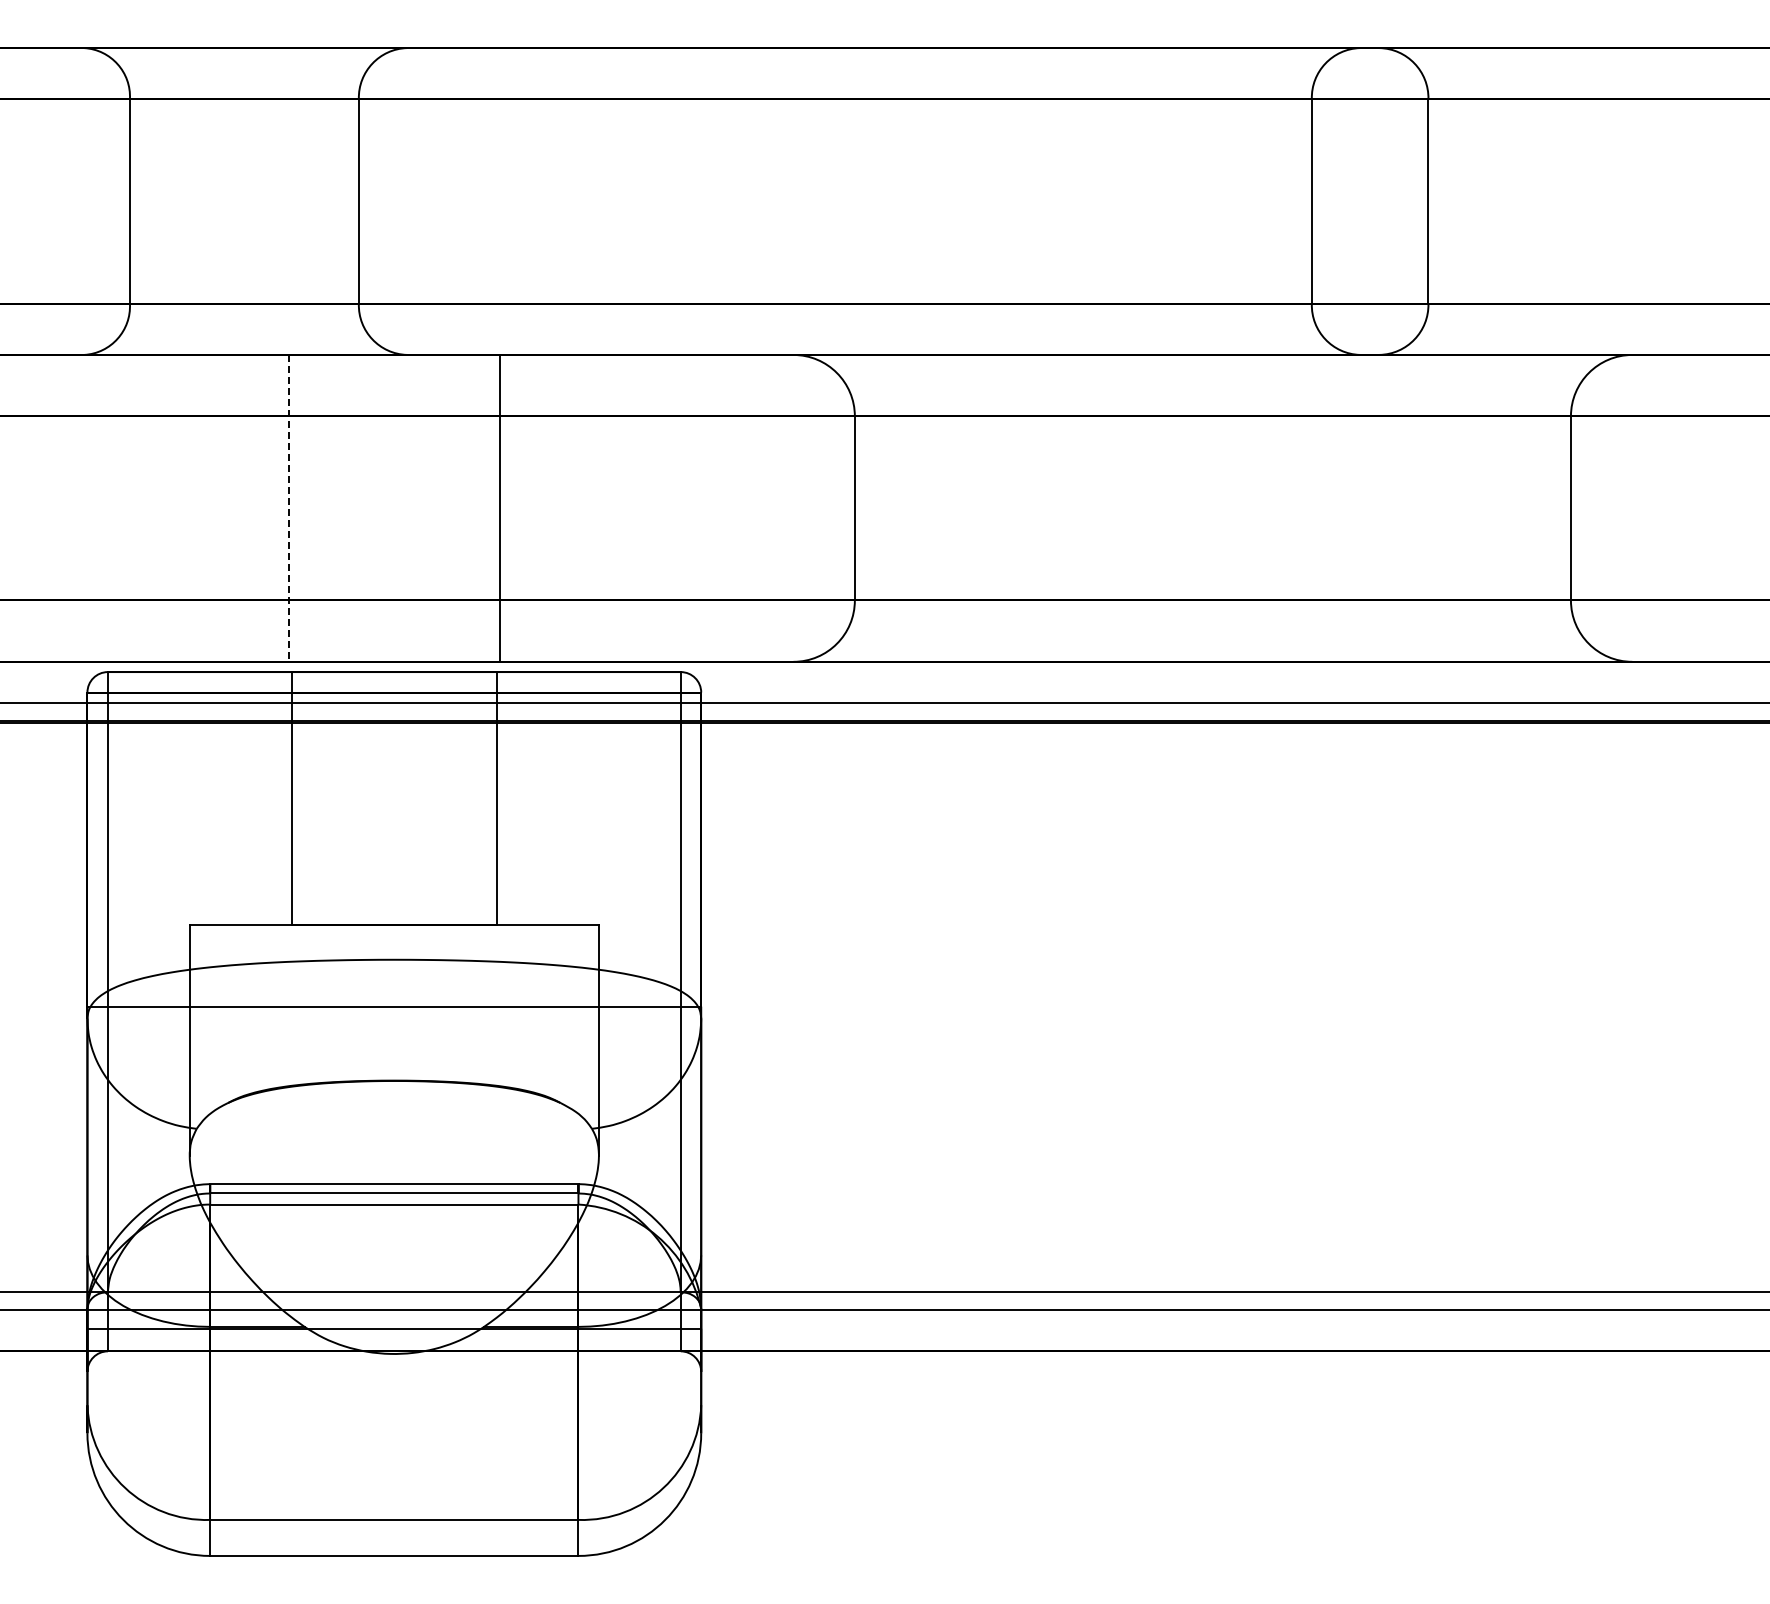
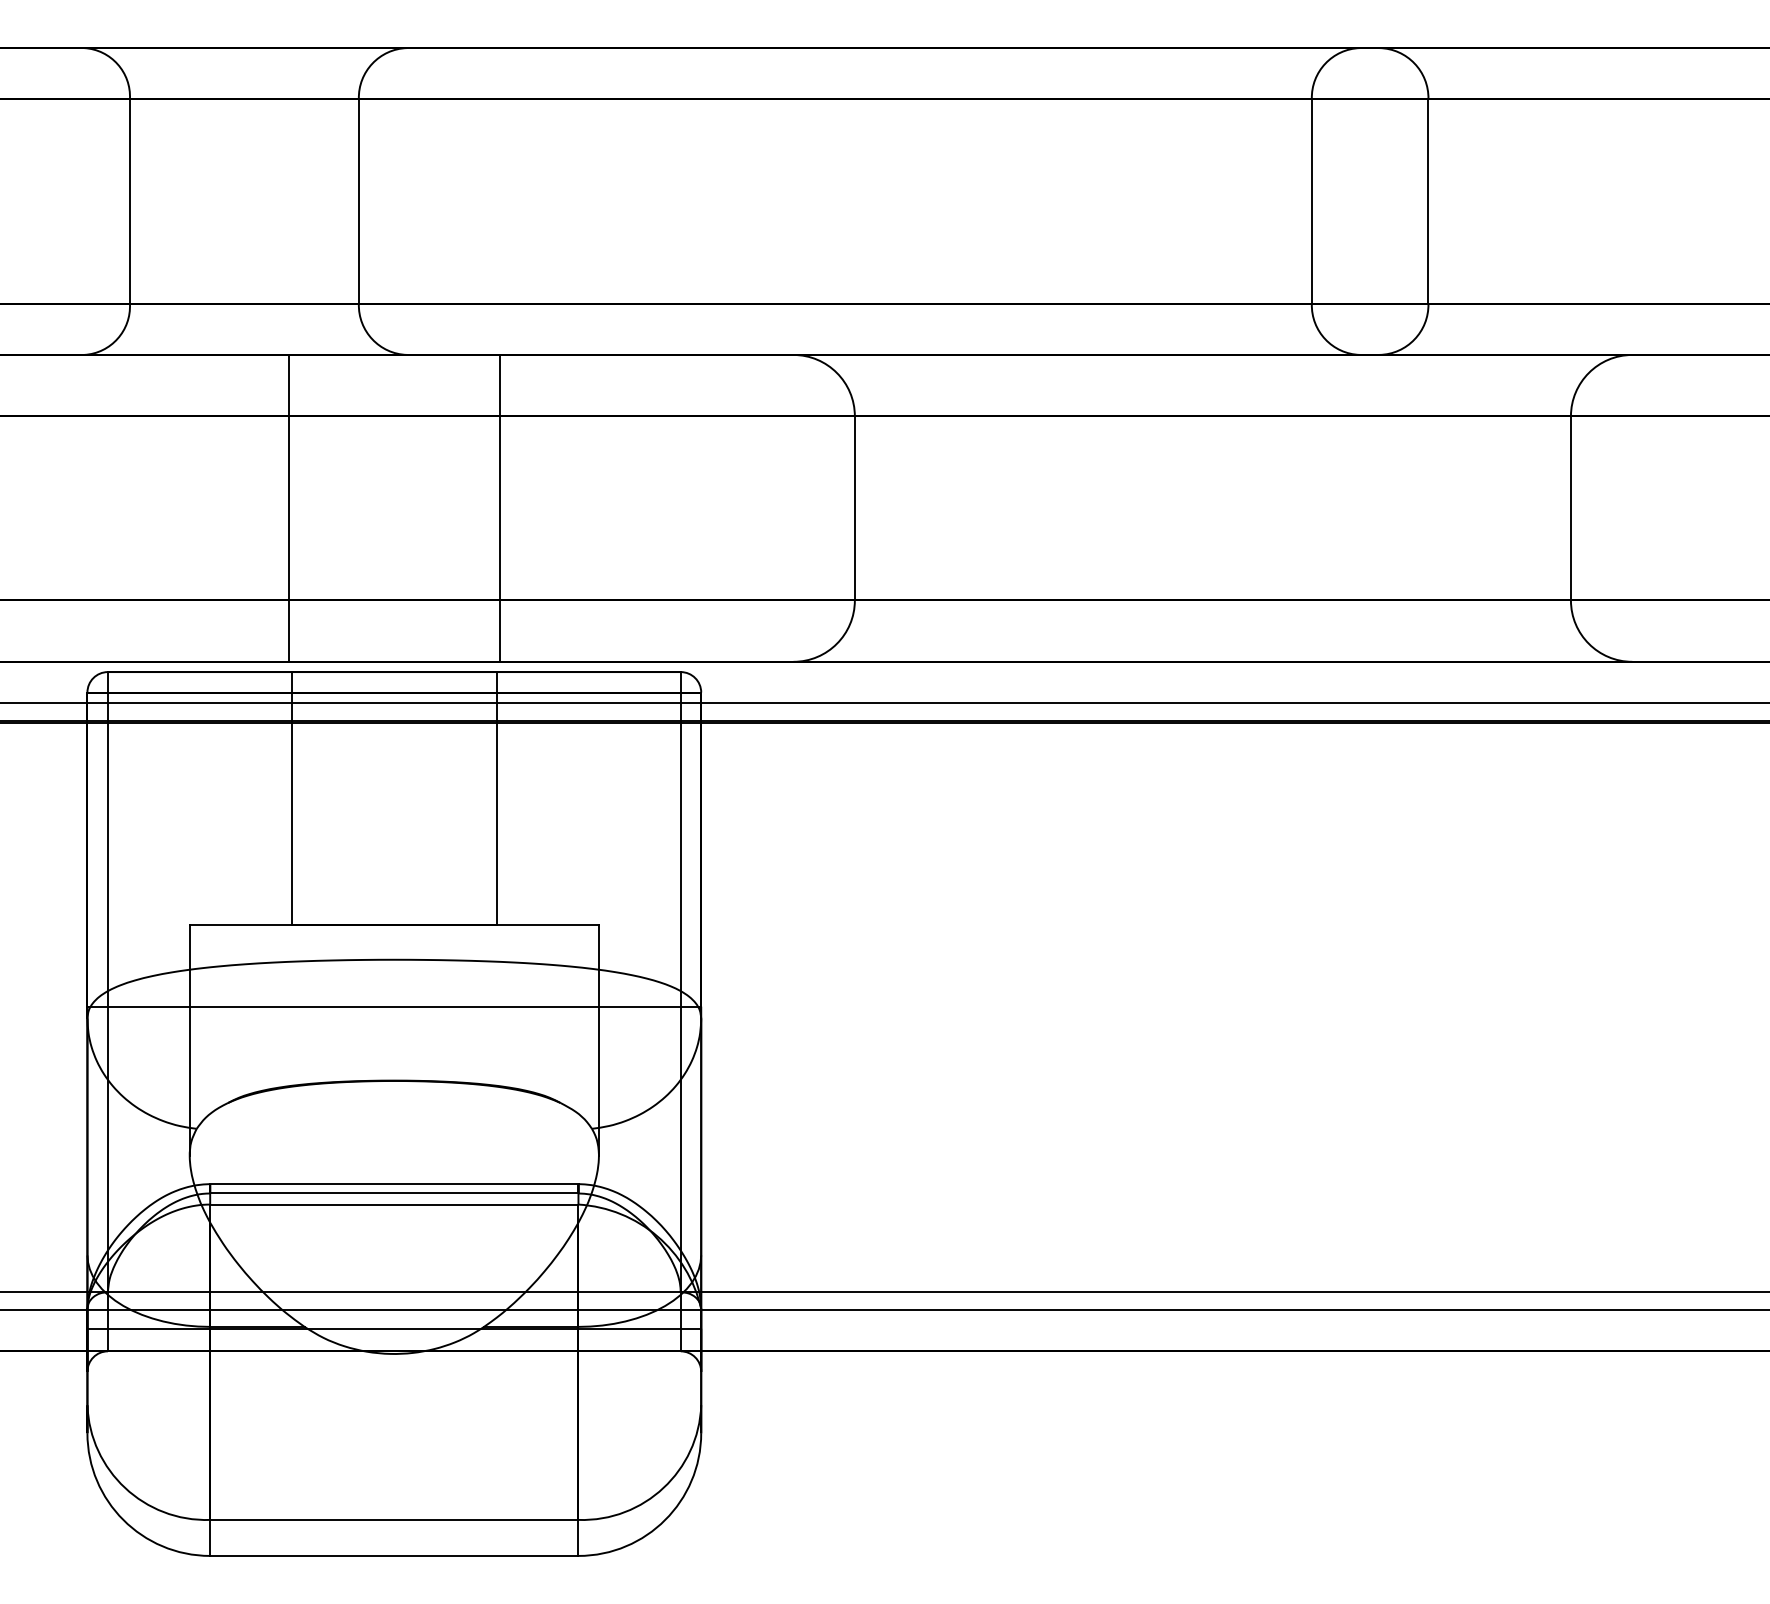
line at (288, 508): dashed -> solid
